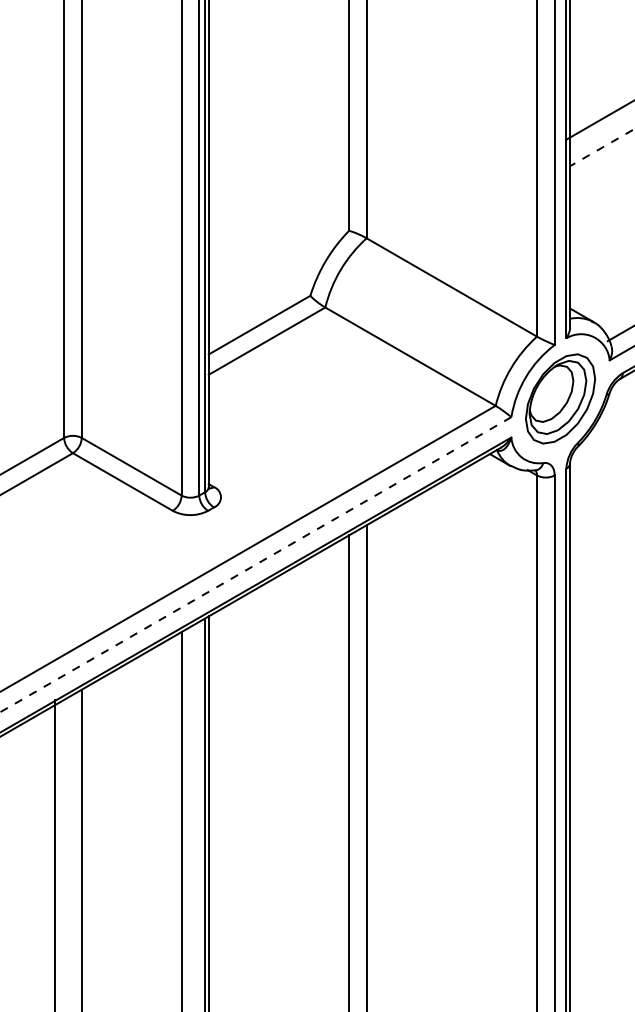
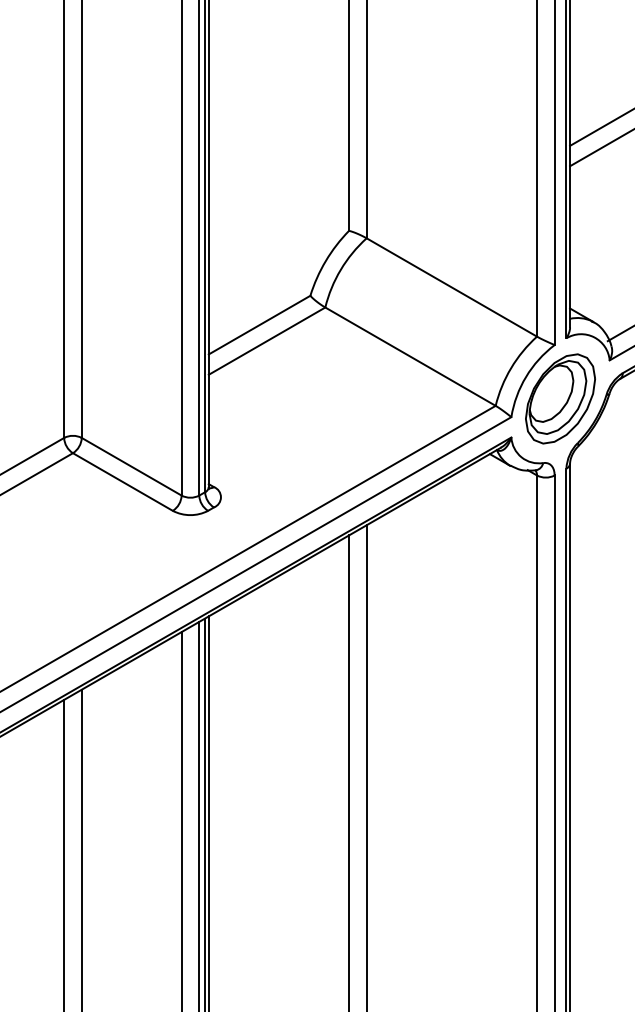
line at (598, 120) position: (598, 120) -> (600, 127)
line at (602, 147): dashed -> solid
line at (256, 564): dashed -> solid
line at (199, 814): none -> present
line at (55, 853) position: (55, 853) -> (64, 853)
